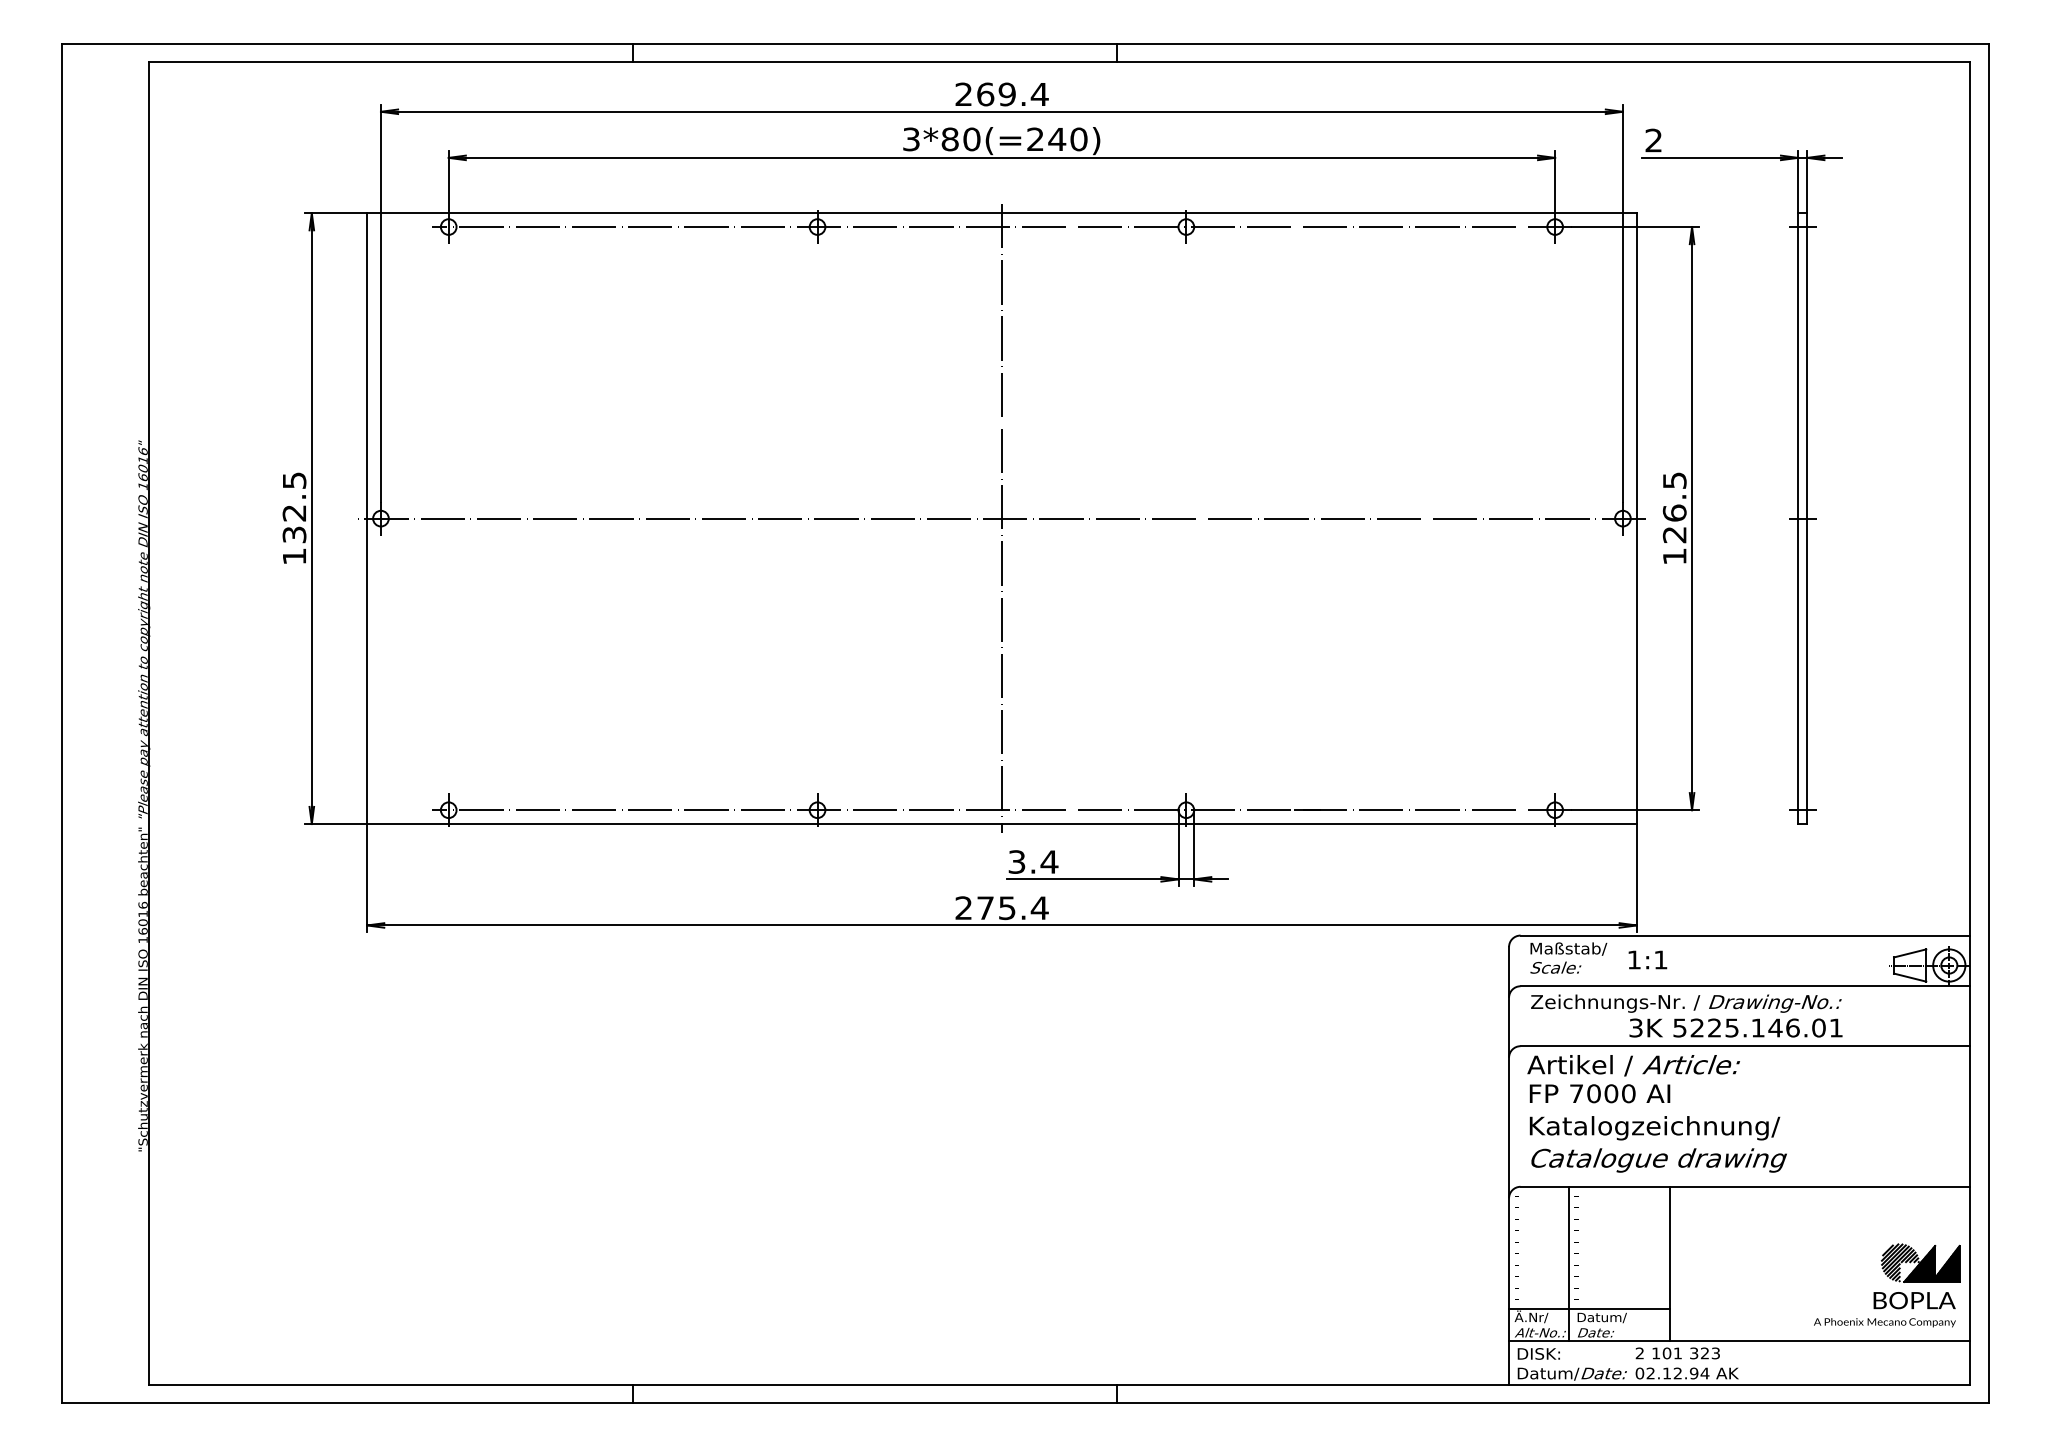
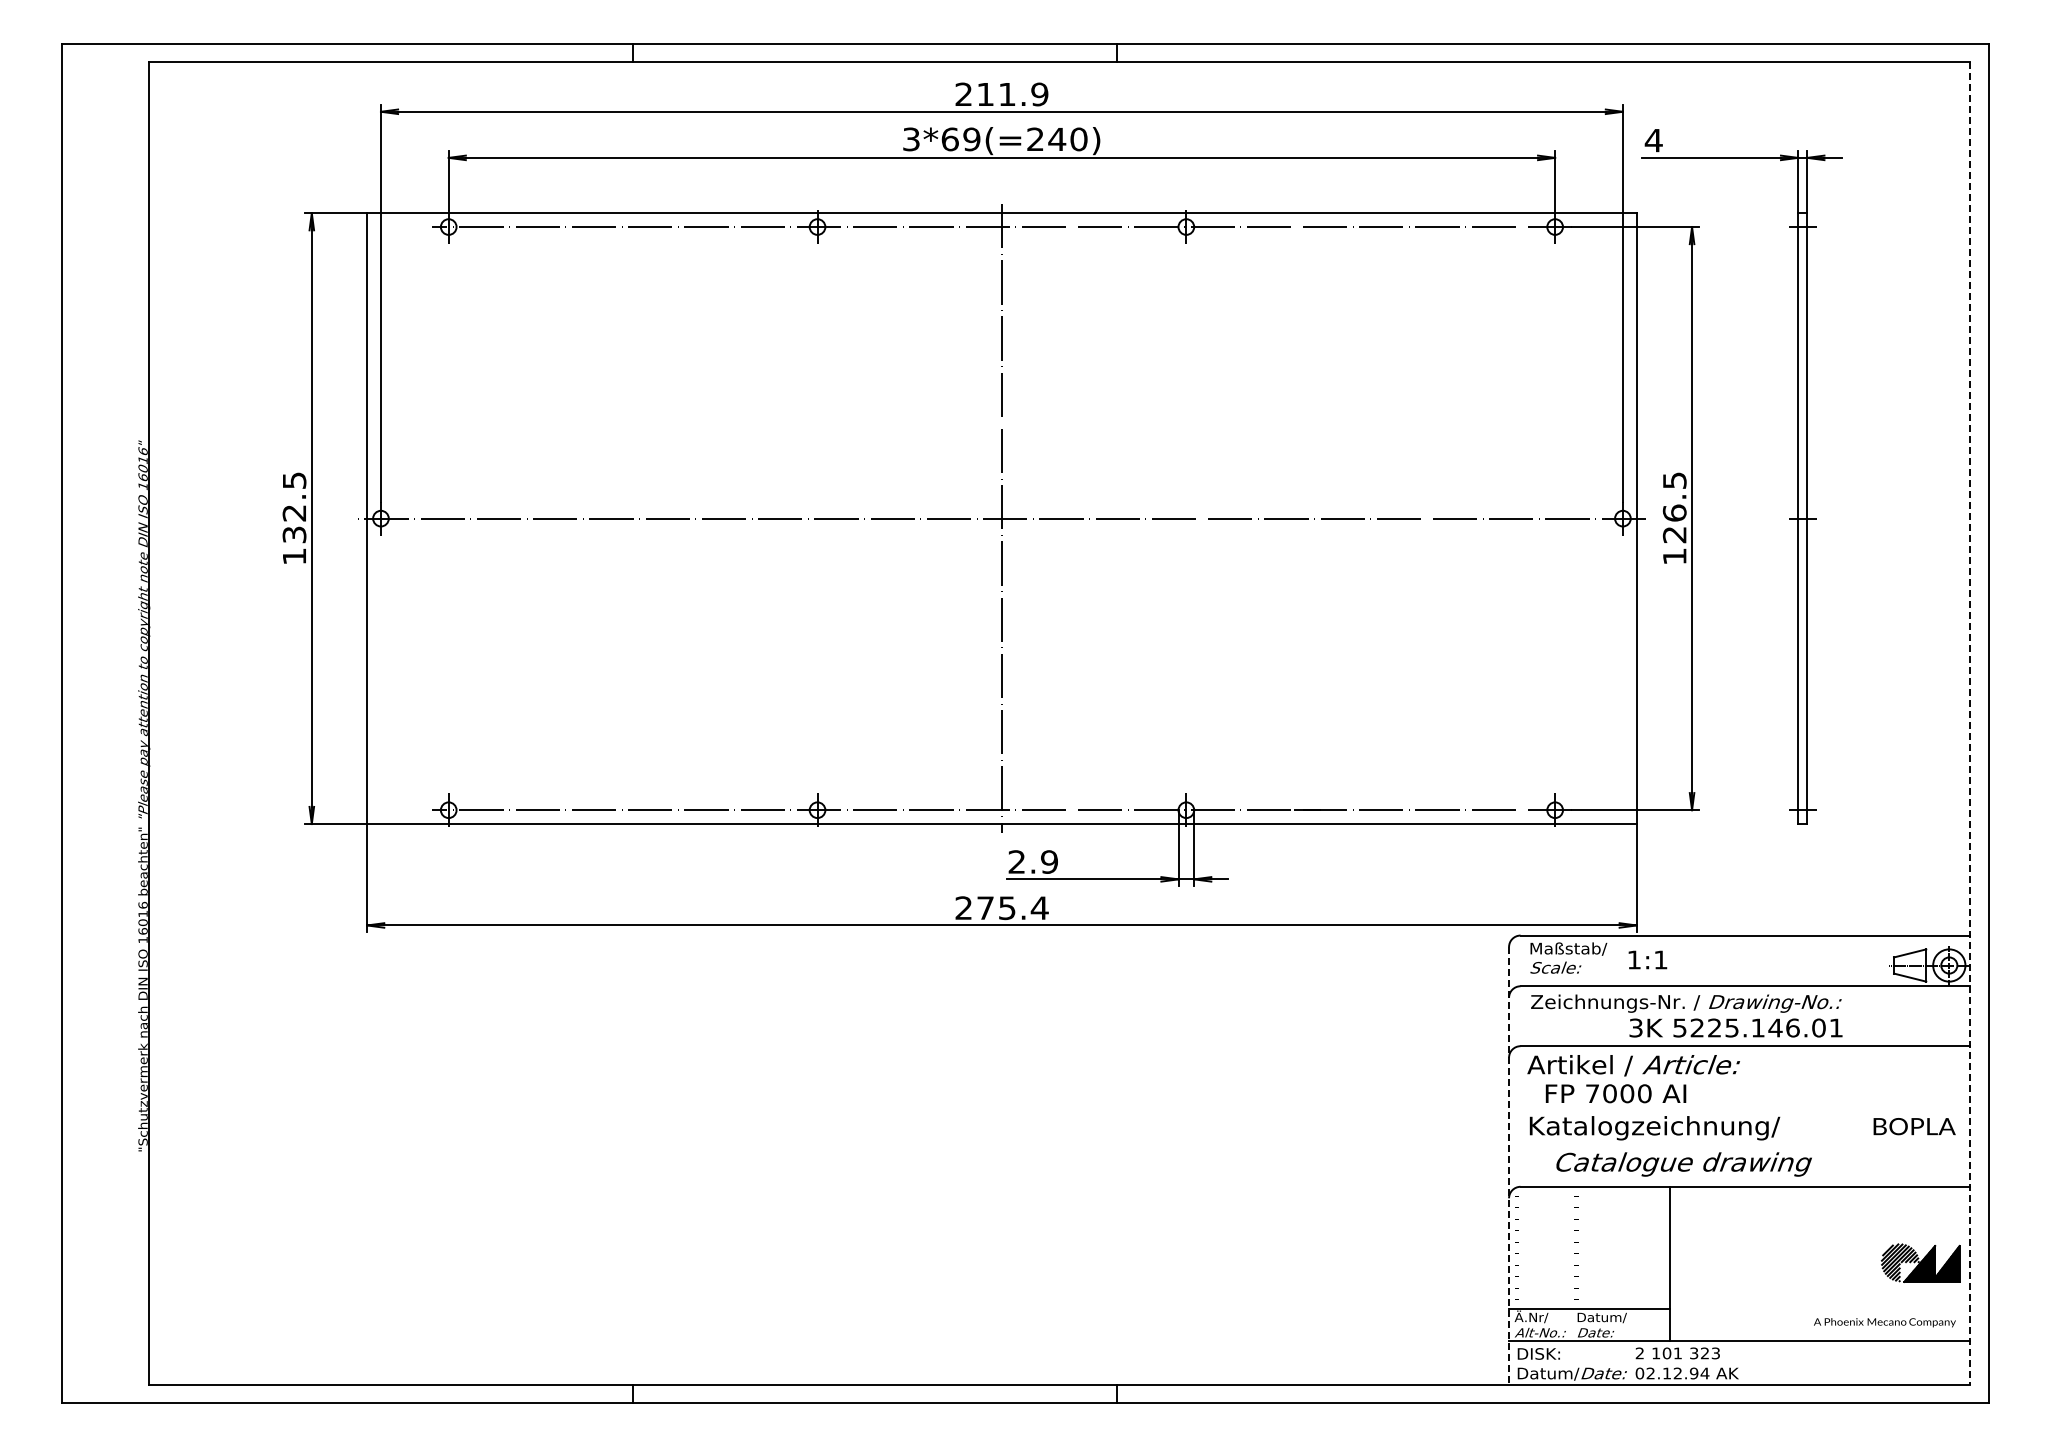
text at (1012, 94): 269.4 -> 211.9
text at (960, 139): 3*80(=240) -> 3*69(=240)
text at (1653, 140): 2 -> 4
line at (1970, 723): solid -> dashed
text at (1033, 861): 3.4 -> 2.9
text at (1599, 1093) position: (1599, 1093) -> (1615, 1093)
text at (1658, 1160) position: (1658, 1160) -> (1683, 1164)
line at (1509, 1166): solid -> dashed
line at (1568, 1263): present -> none
text at (1914, 1300) position: (1914, 1300) -> (1914, 1126)
